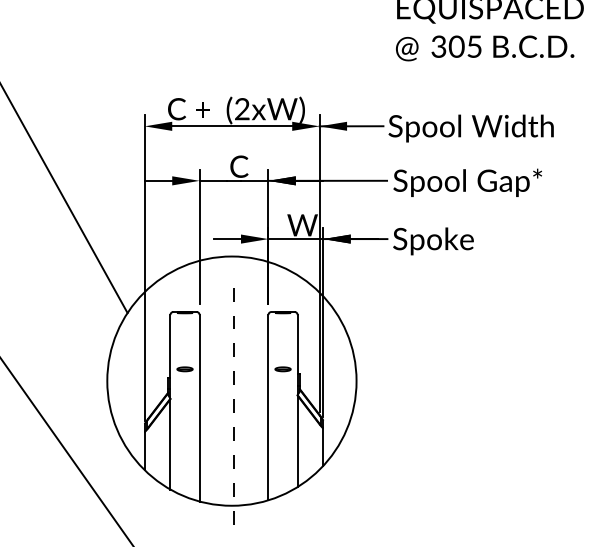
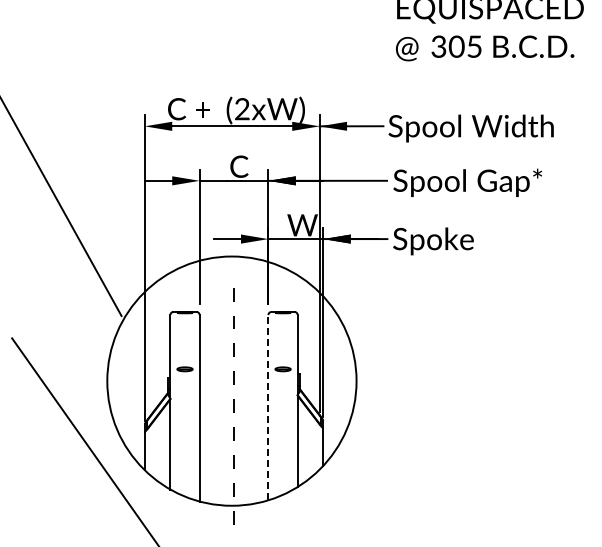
line at (64, 200) position: (64, 200) -> (61, 208)
line at (268, 407): solid -> dashed
line at (66, 451) position: (66, 451) -> (84, 440)
